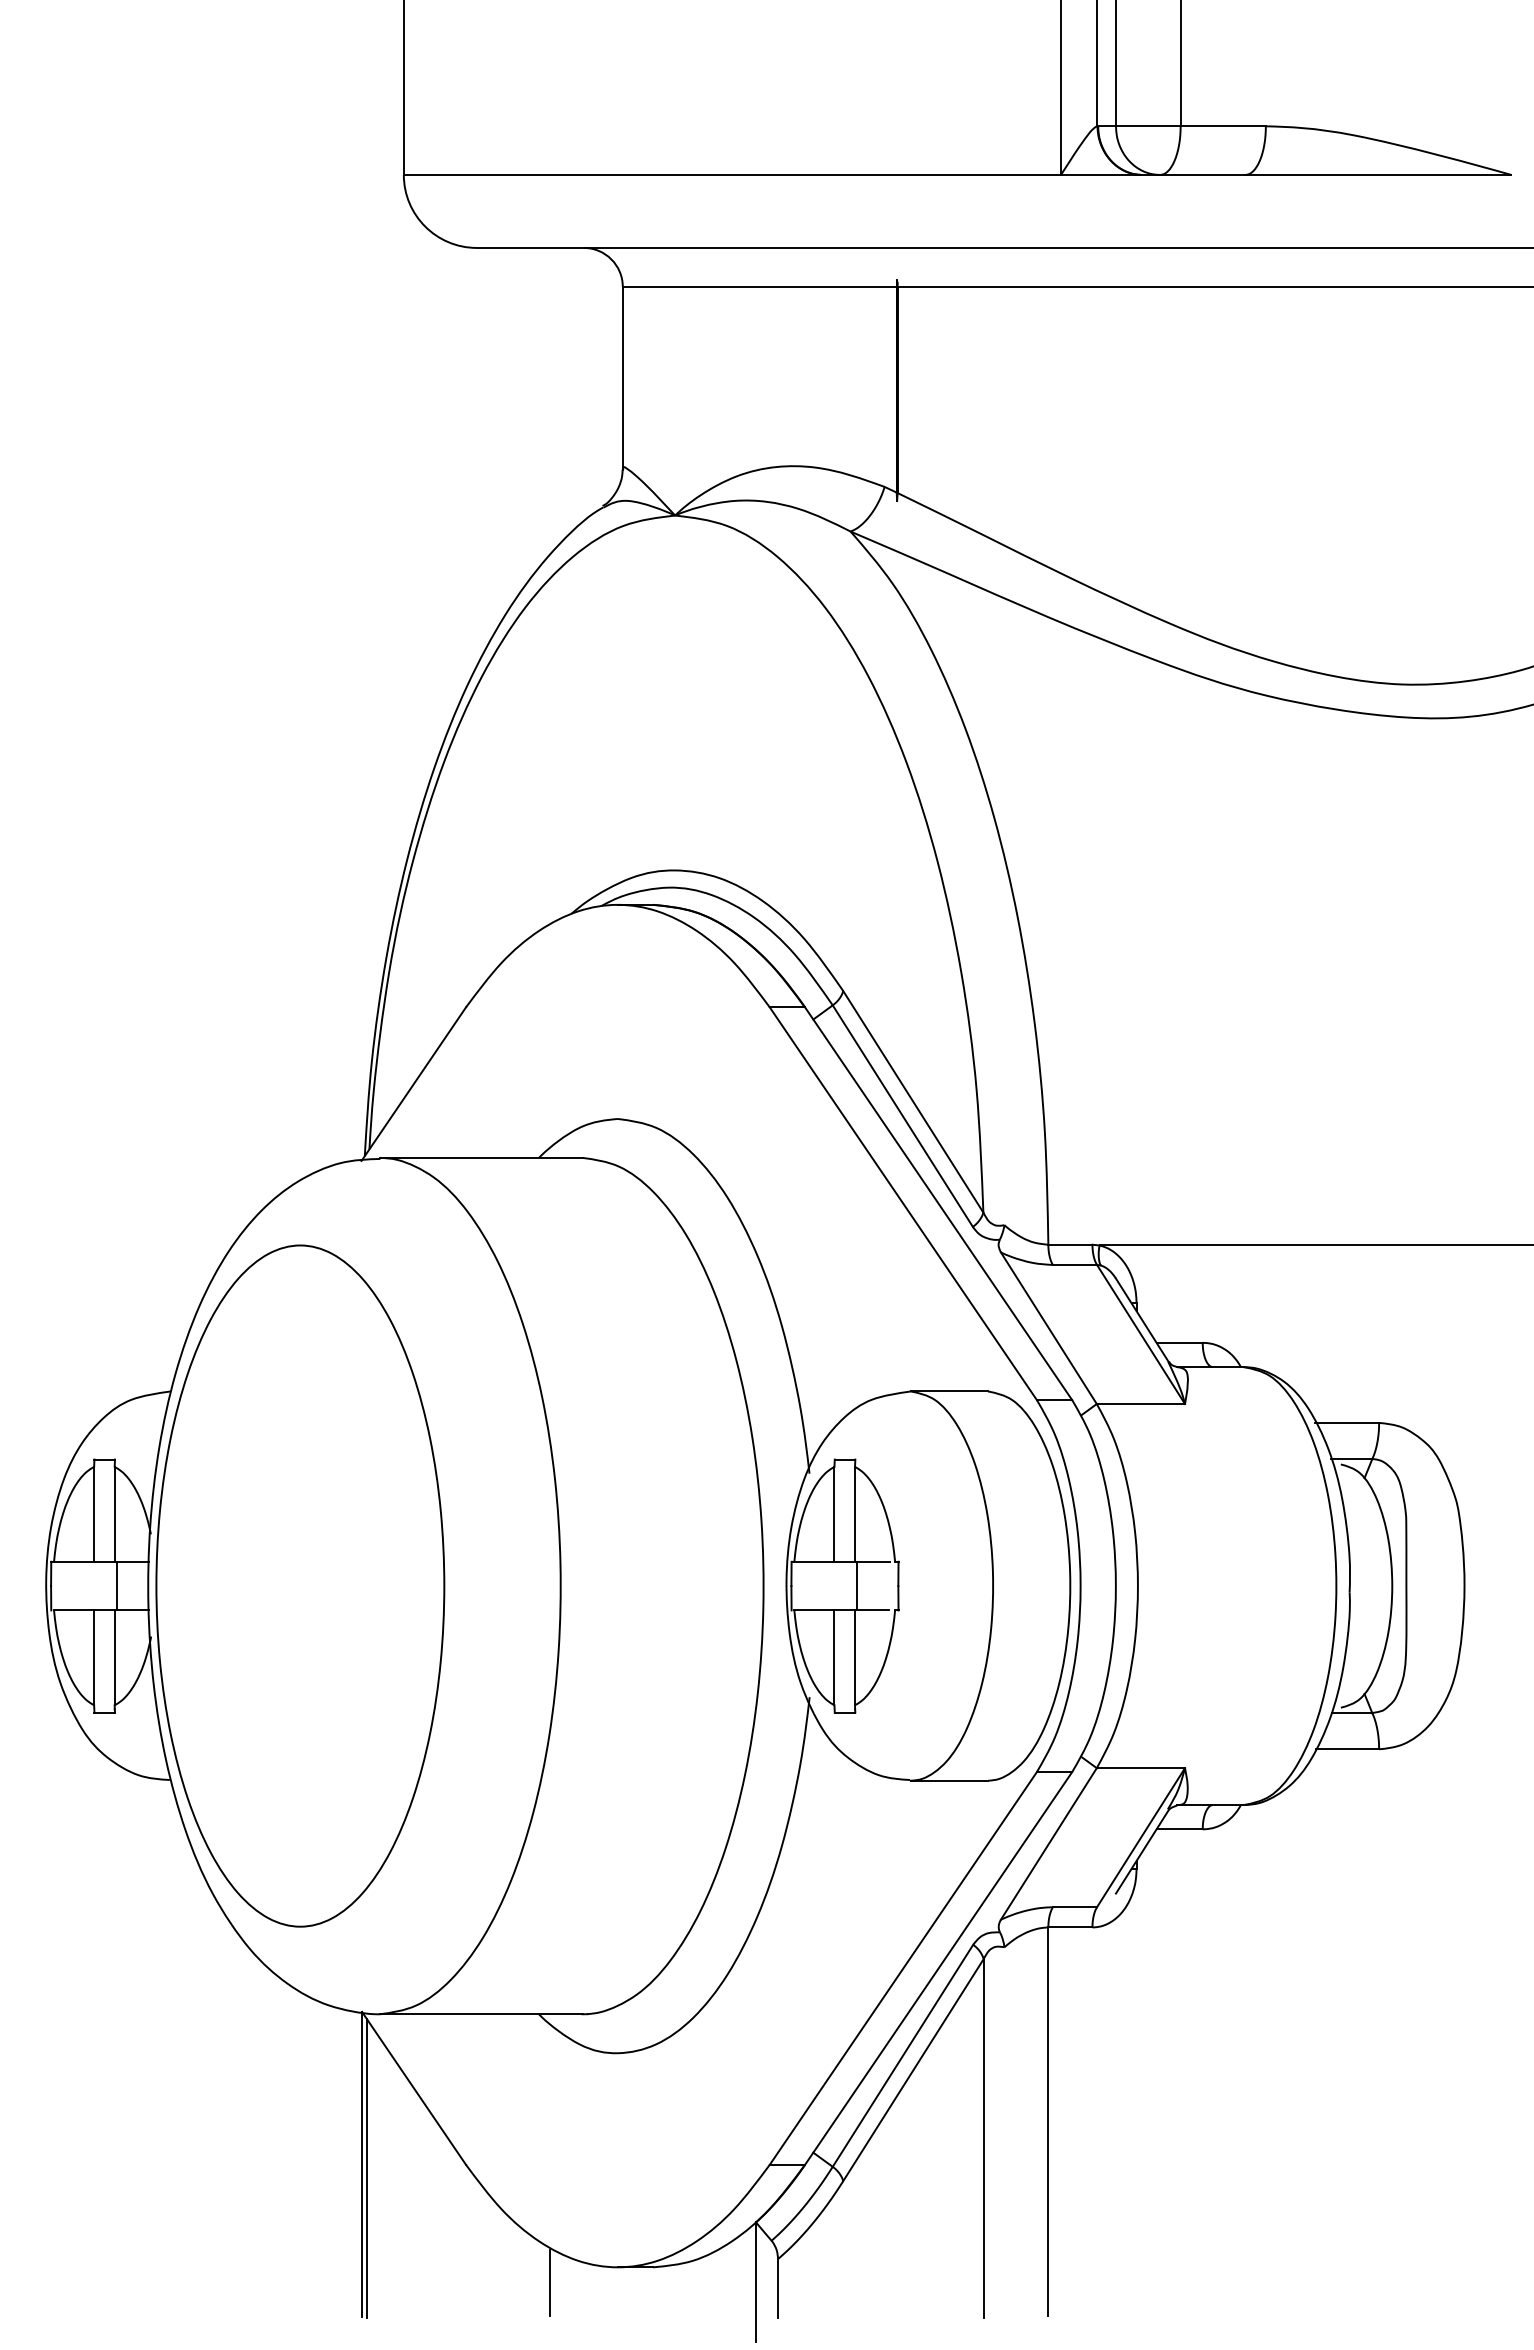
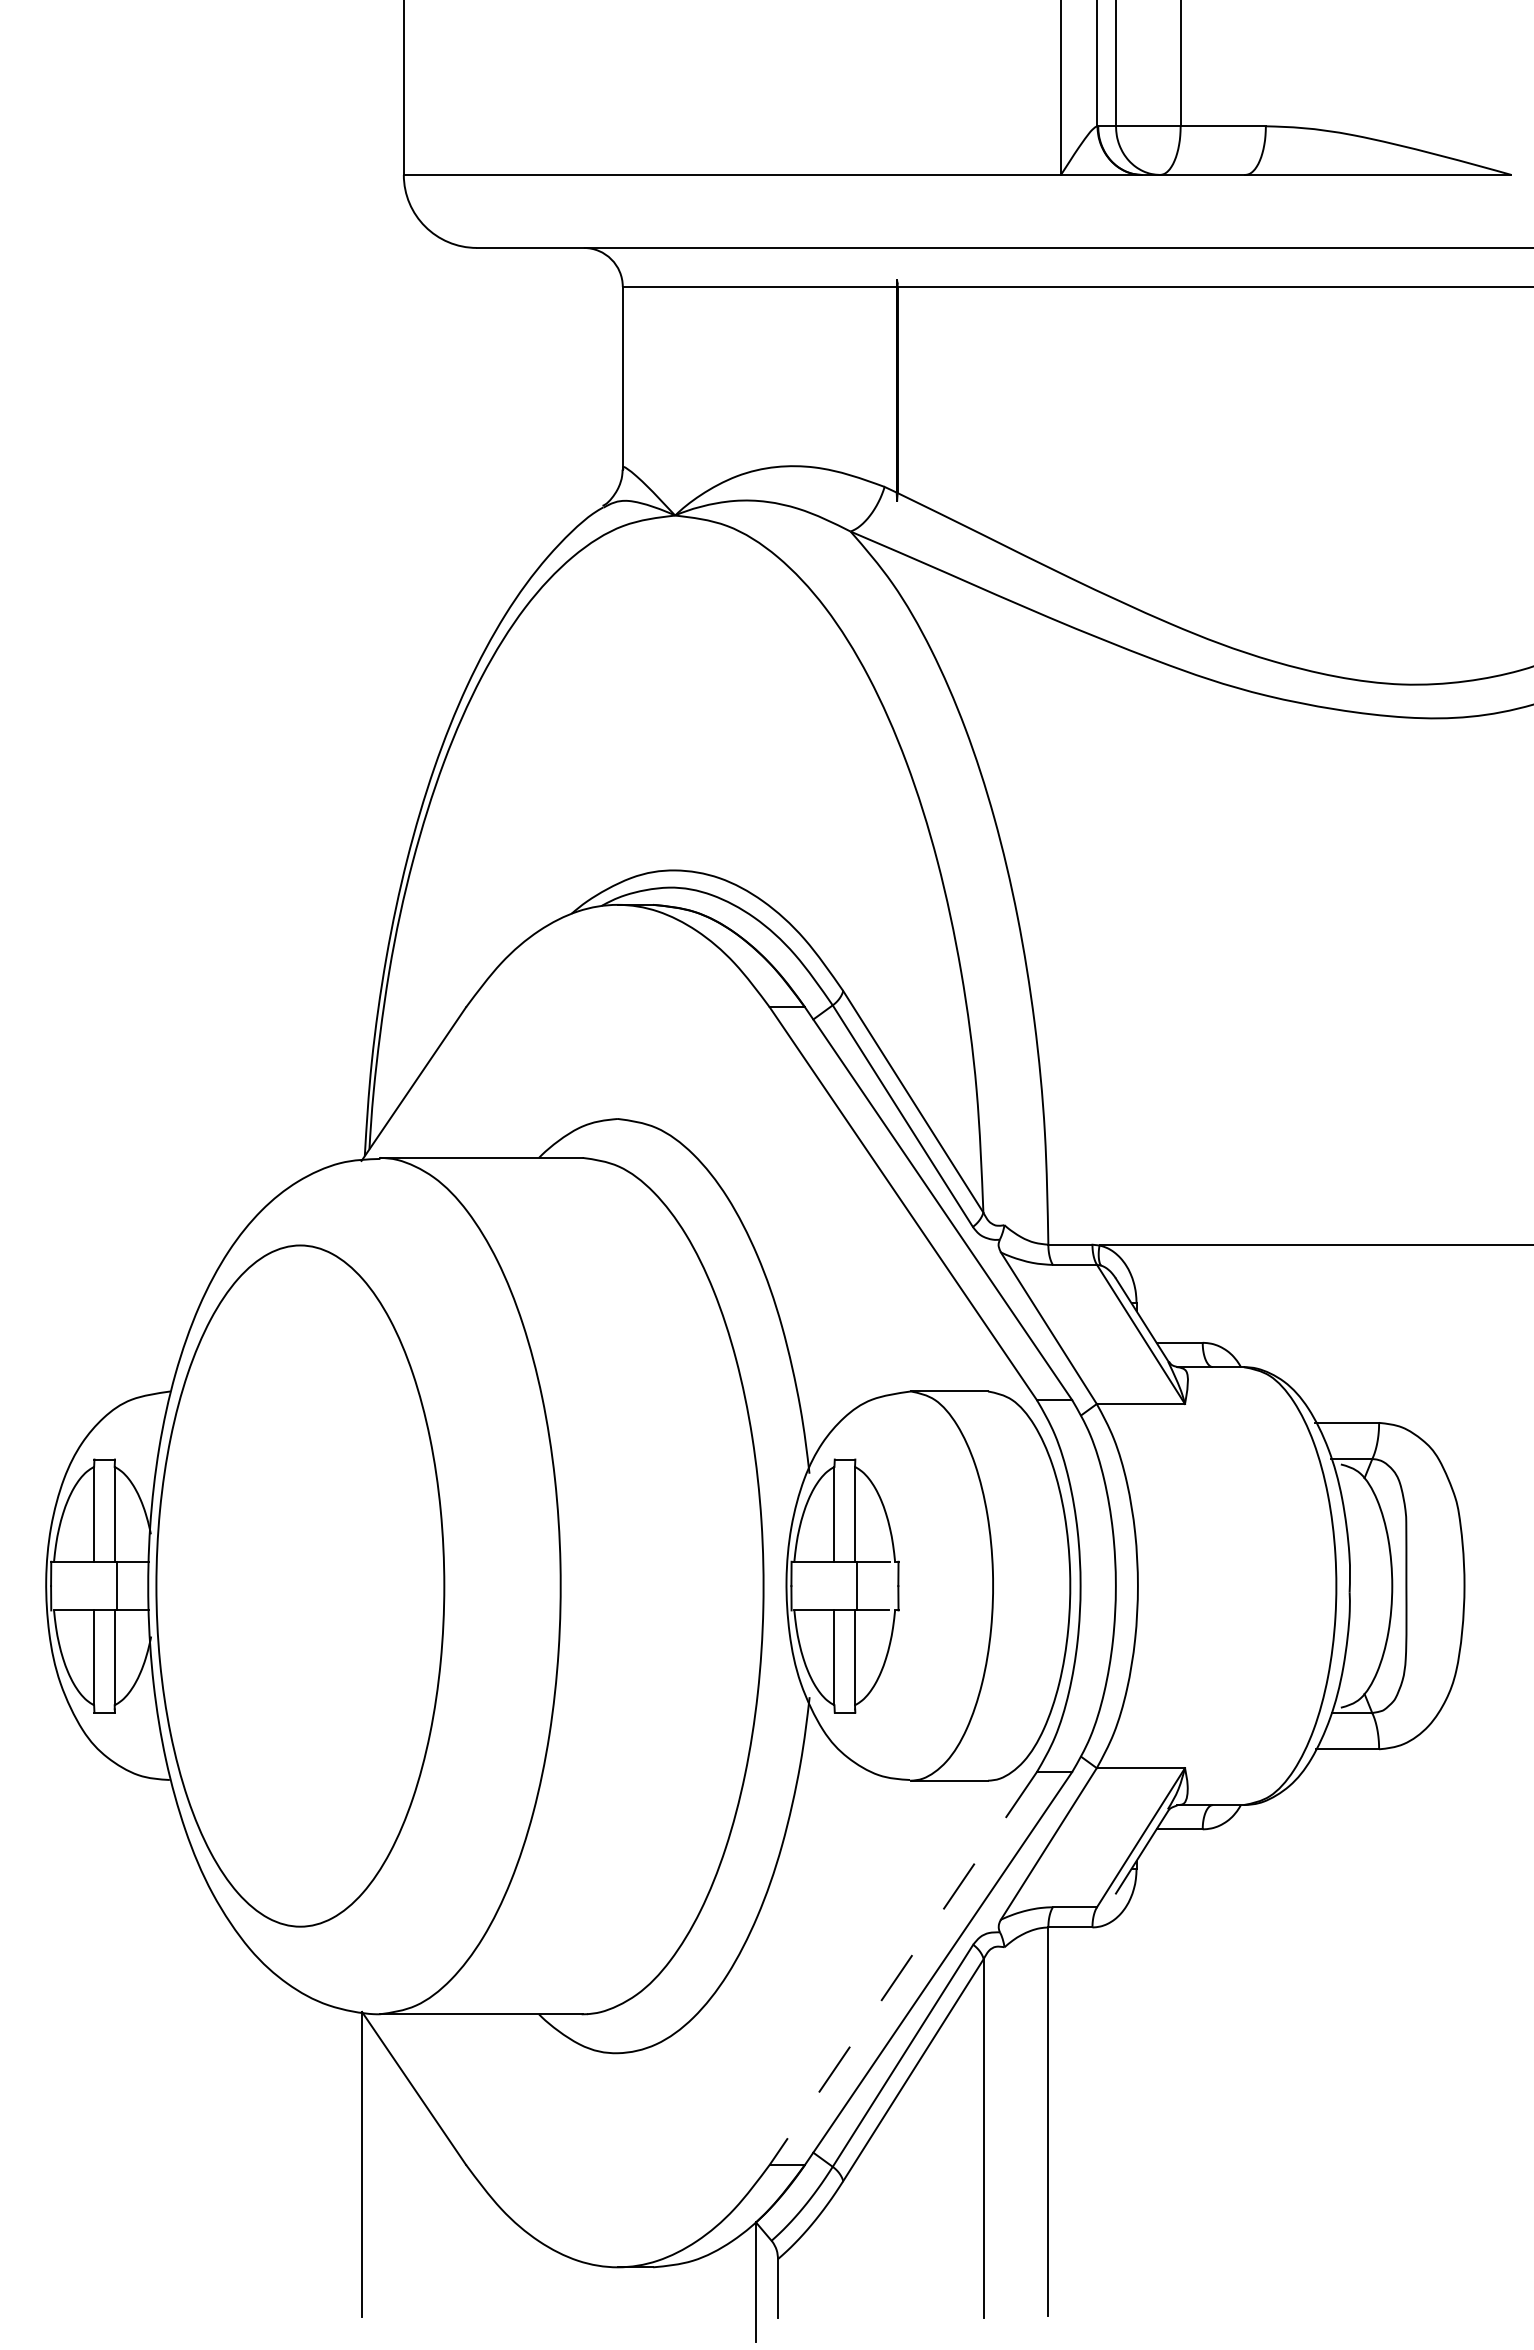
line at (903, 1968): solid -> dashed
line at (366, 2167): present -> none
line at (550, 2282): present -> none
